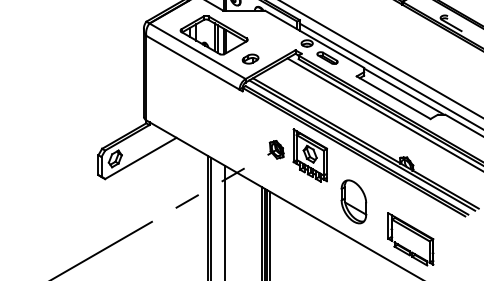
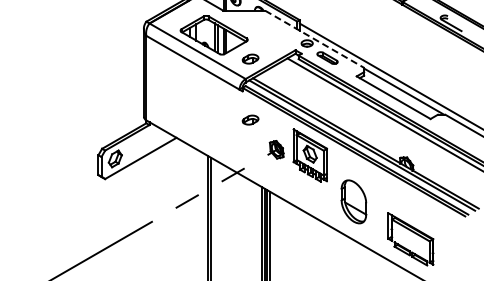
line at (315, 39): solid -> dashed
line at (381, 59): present -> none
part at (250, 119): none -> present
line at (224, 221): present -> none
